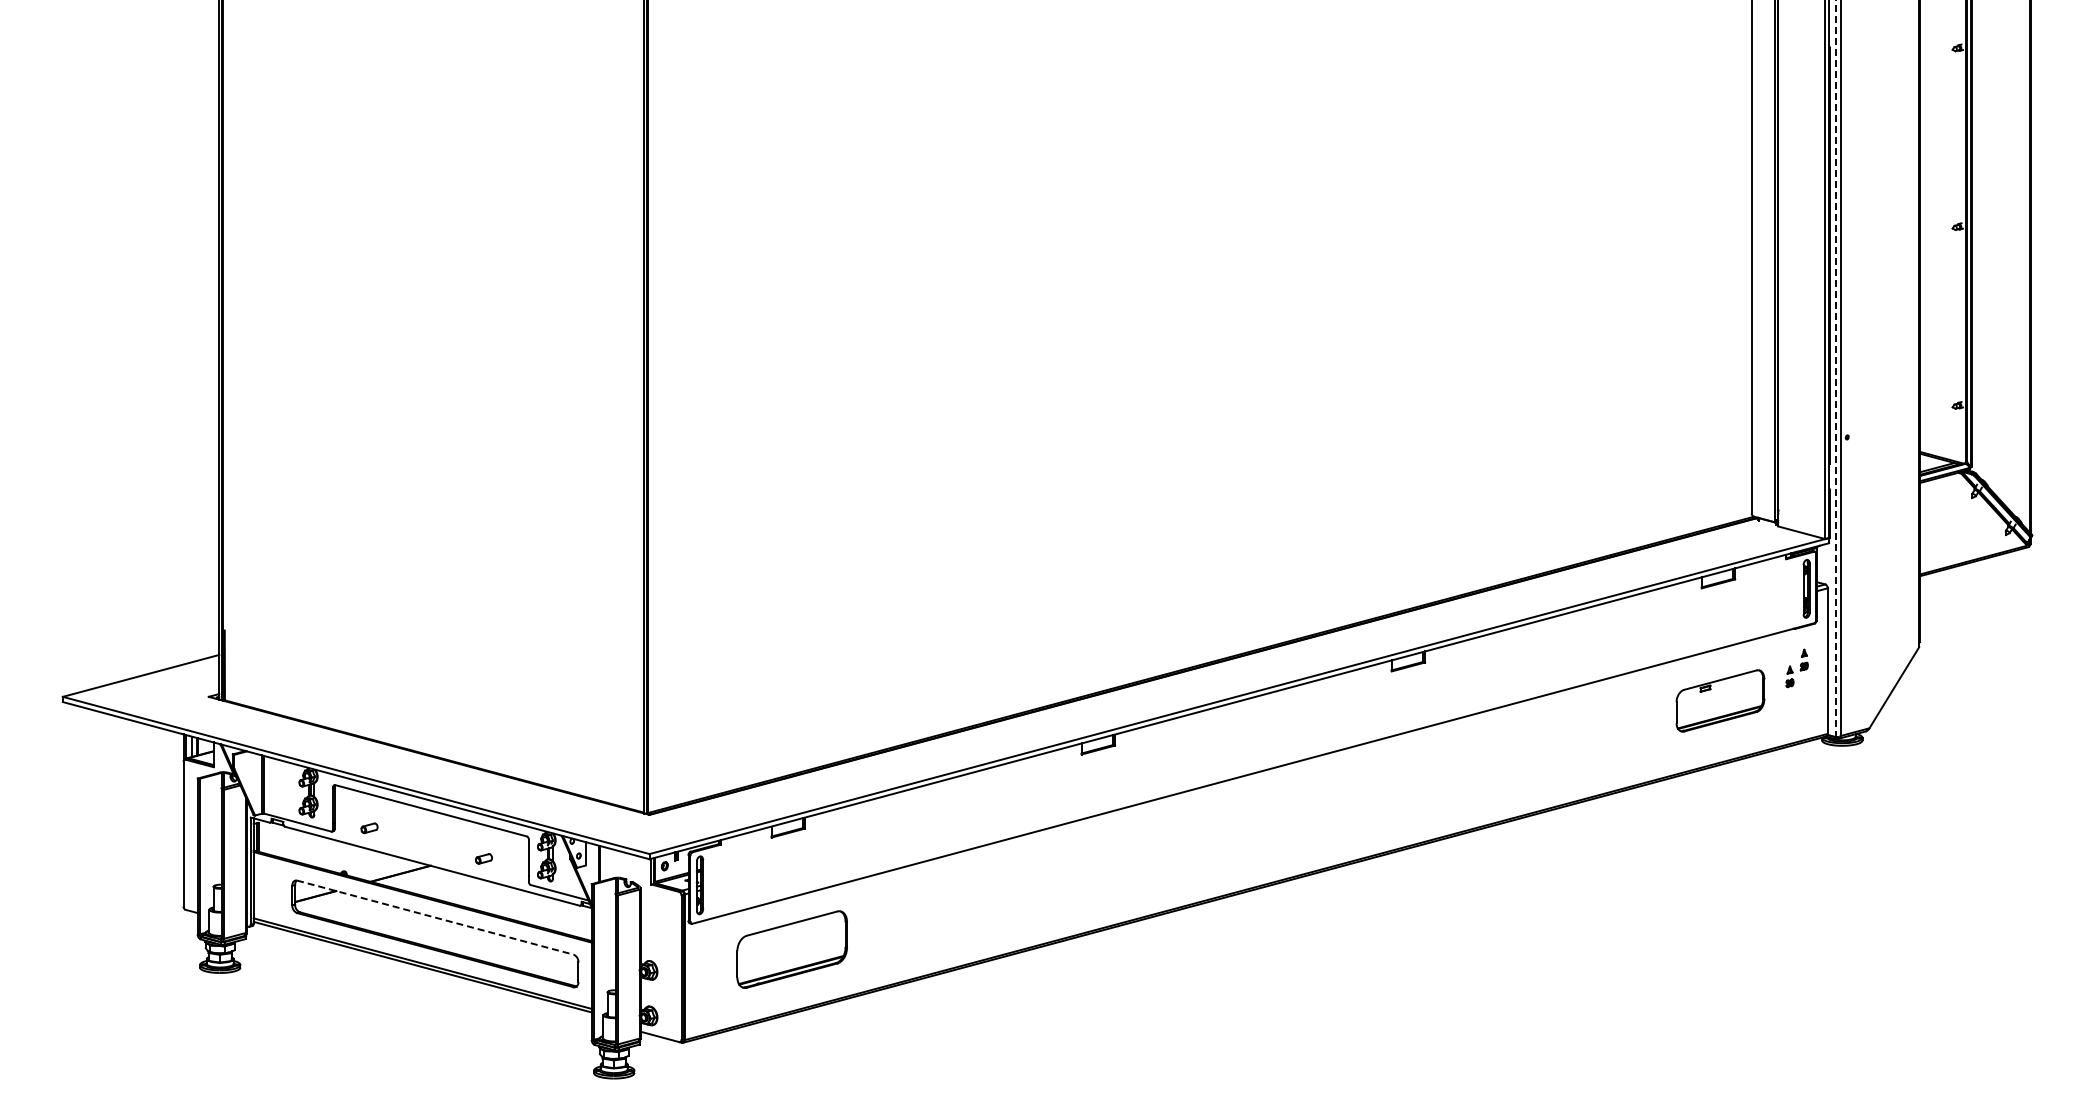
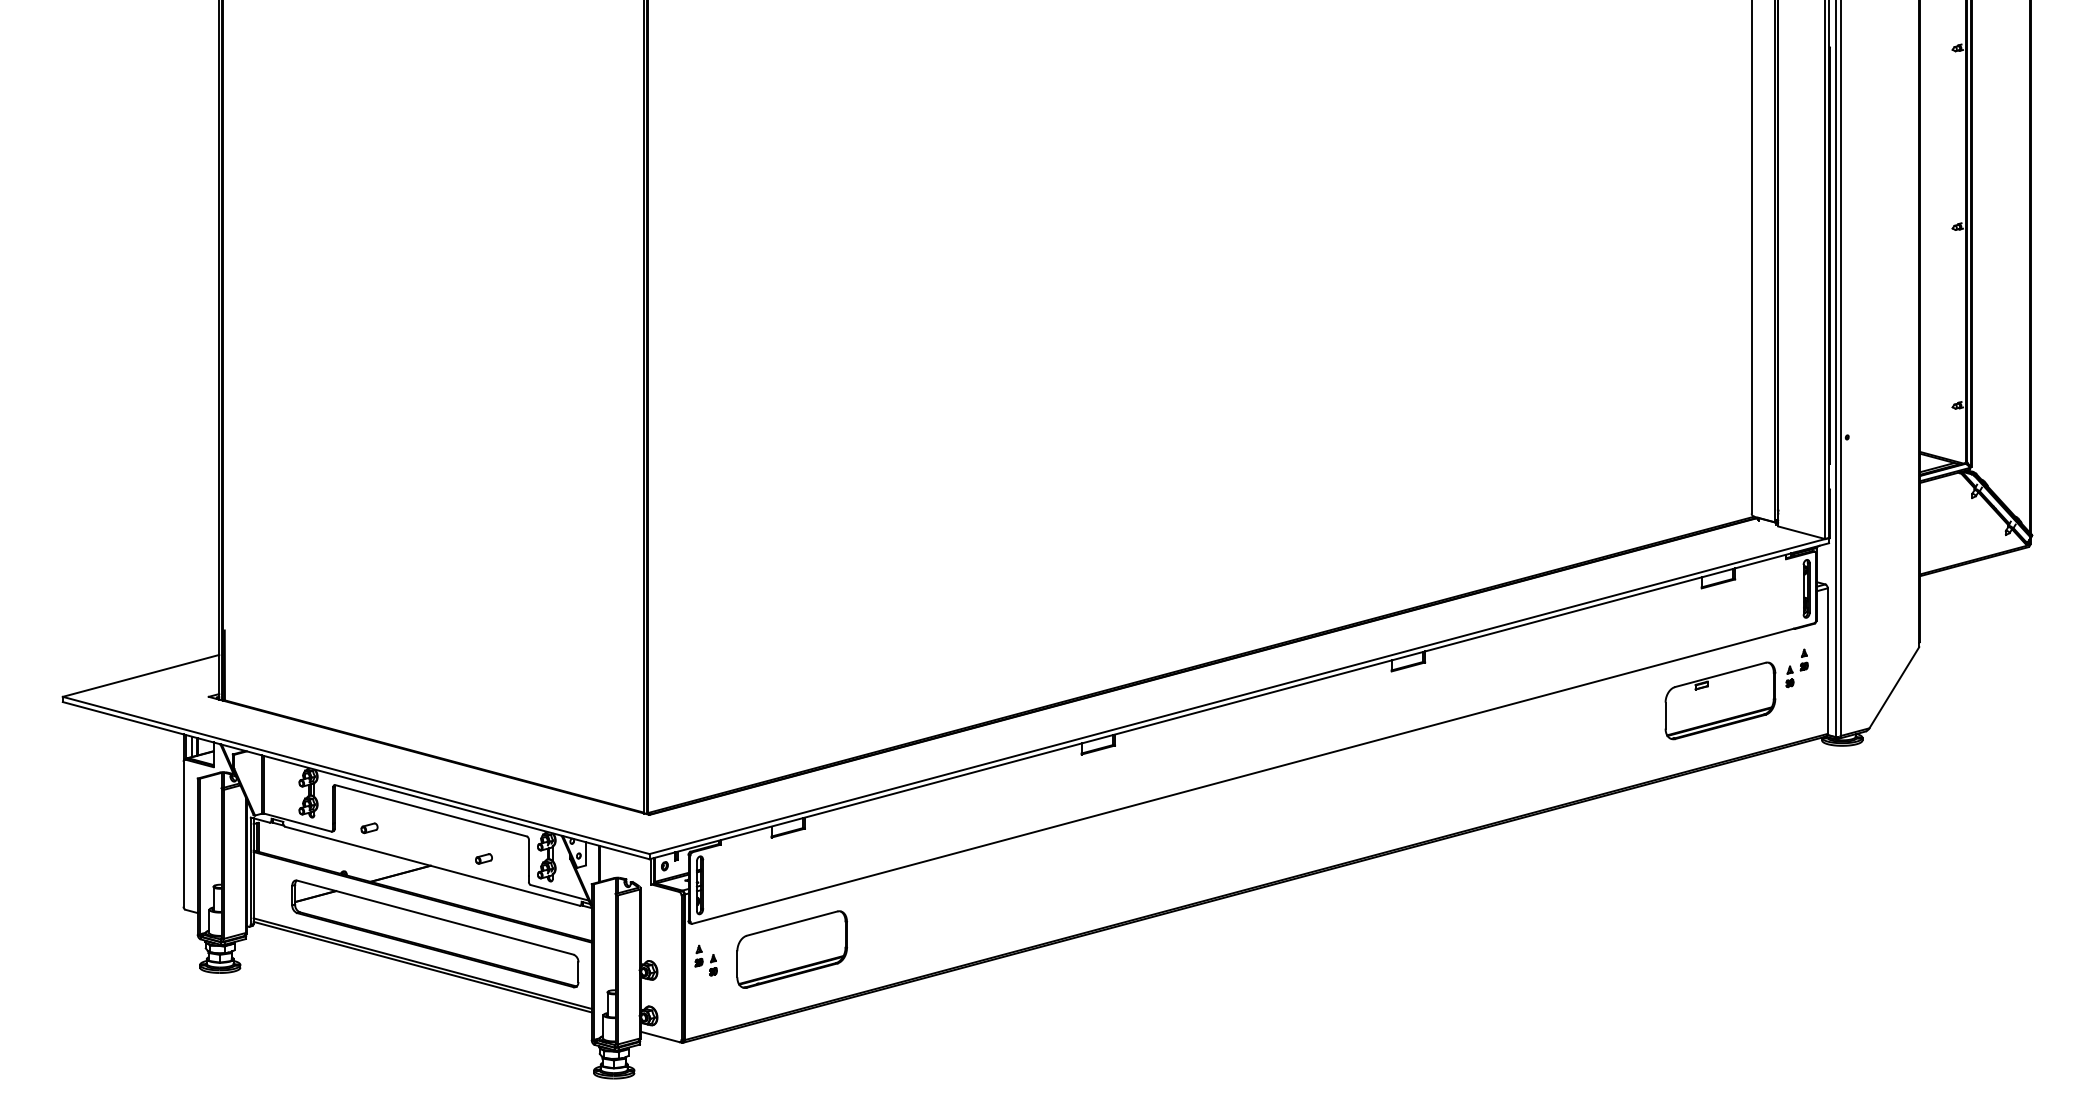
line at (1835, 369): dashed -> solid
part at (1720, 700) size: 91x64 px -> 113x80 px
line at (435, 917): dashed -> solid
part at (705, 960): none -> present
